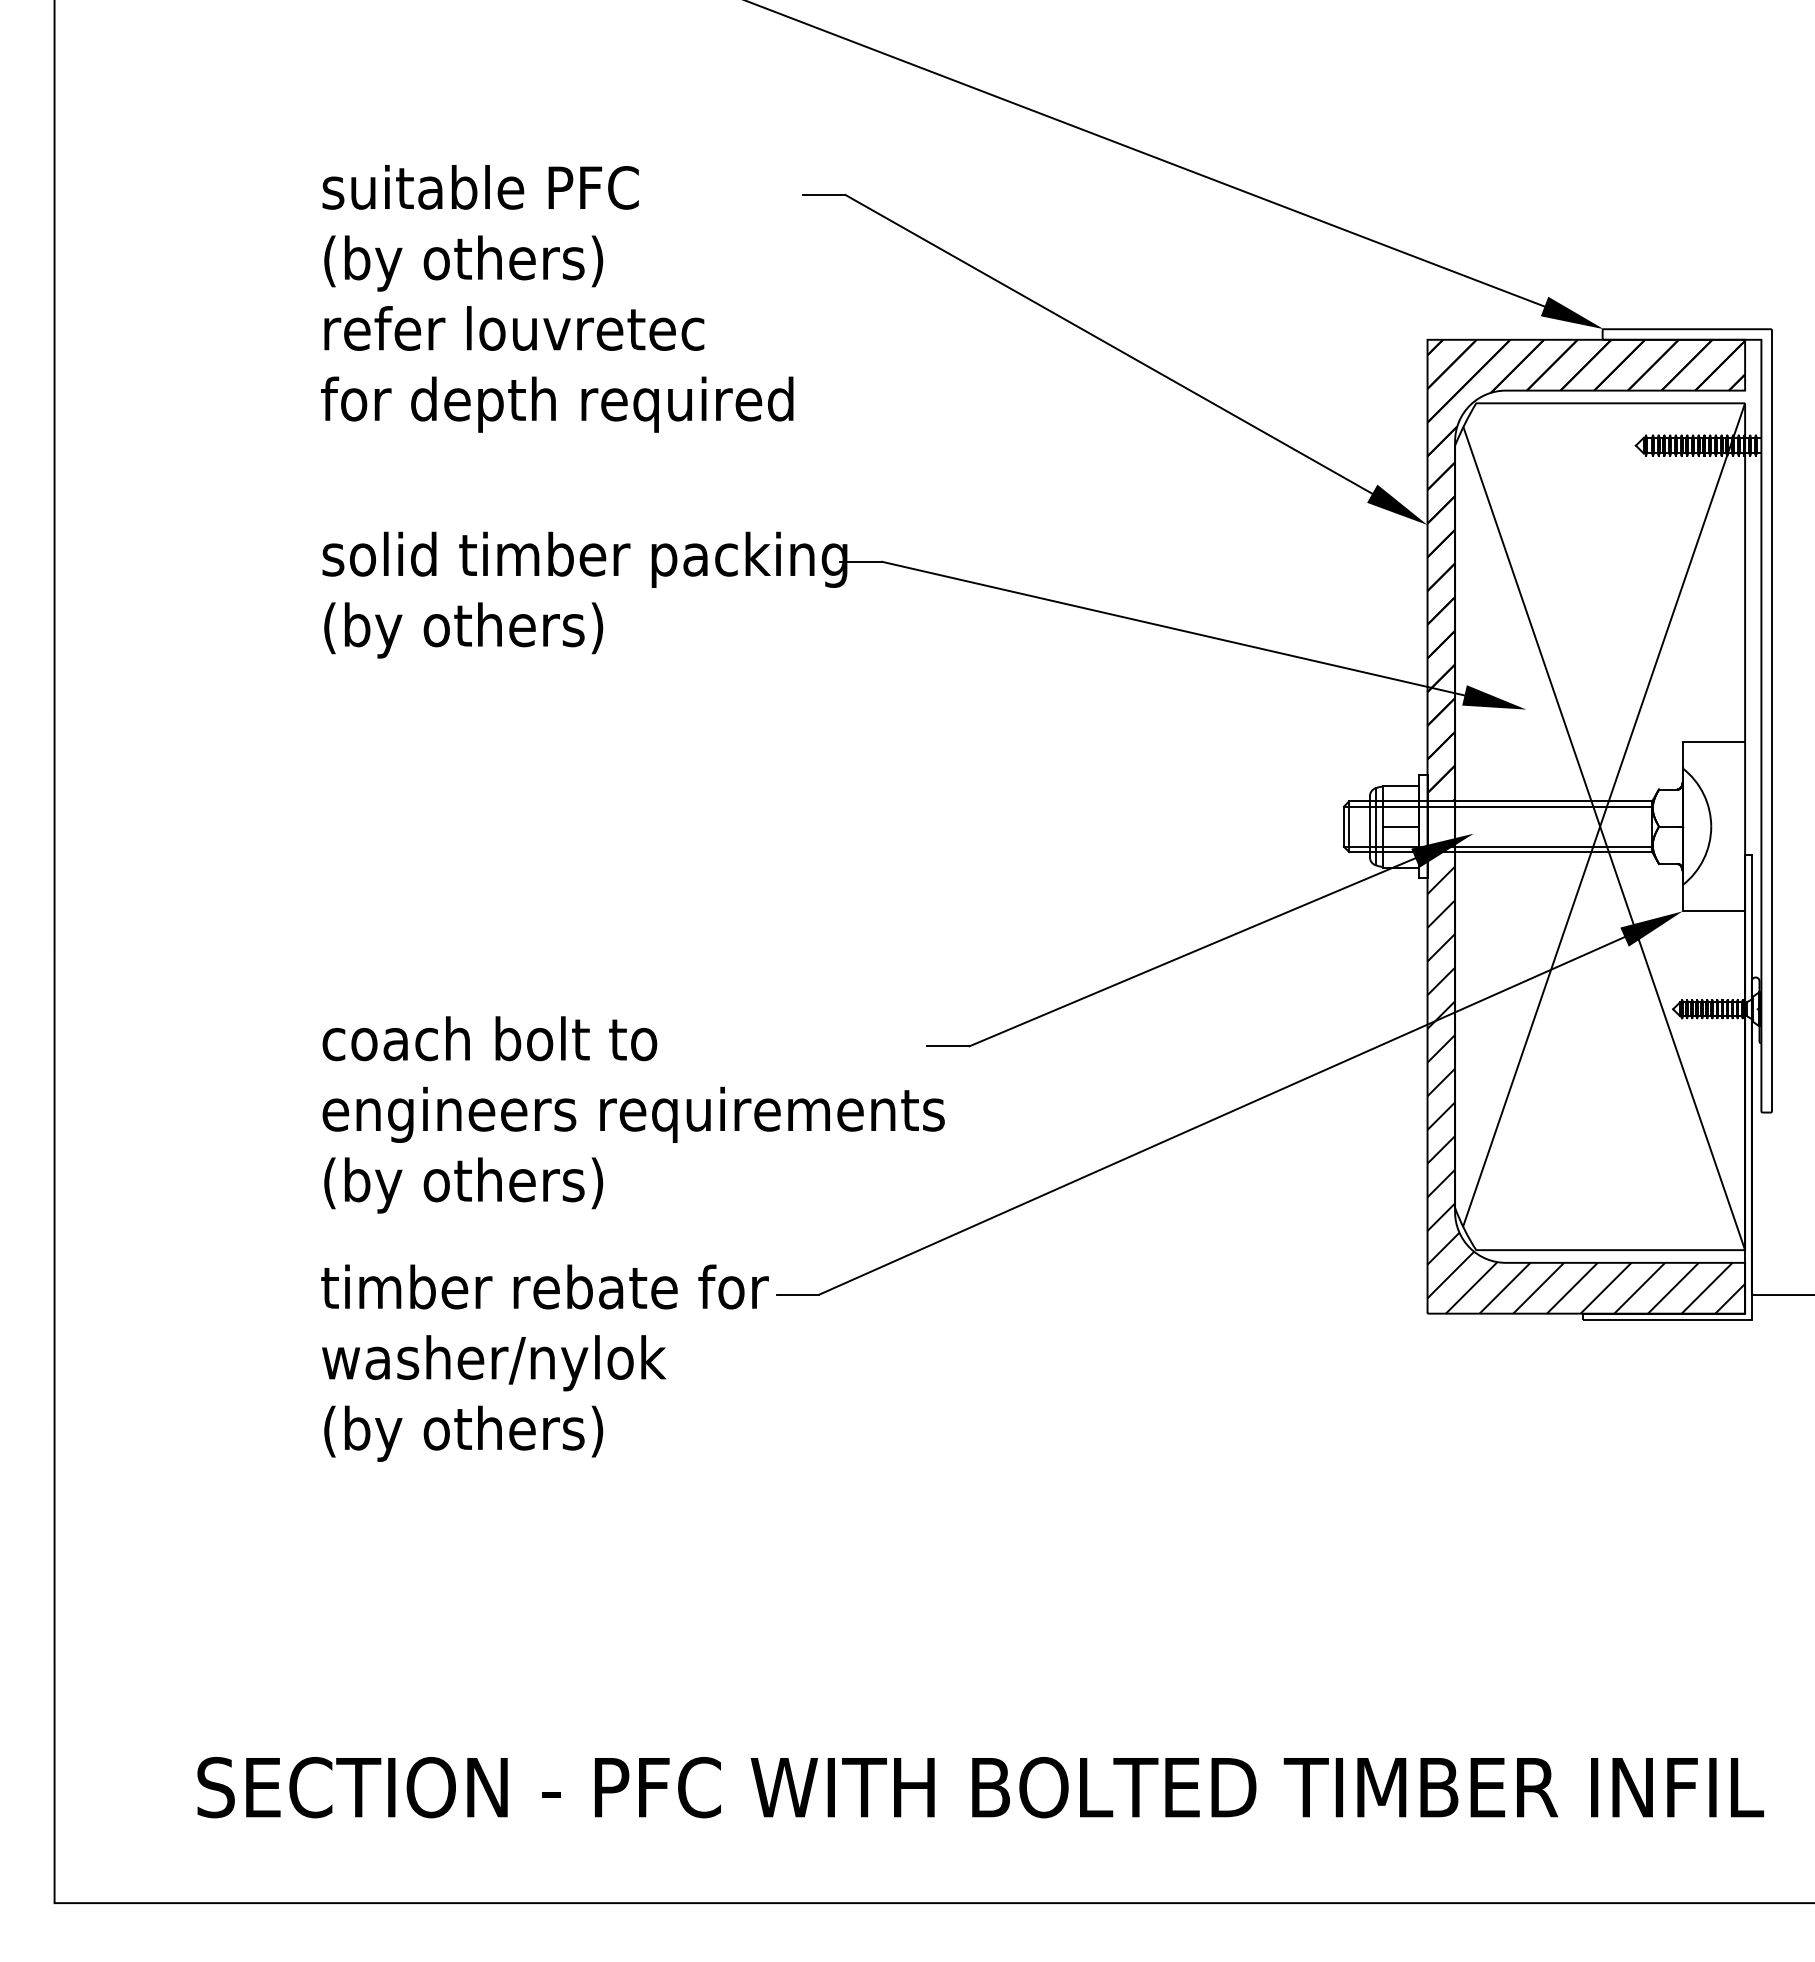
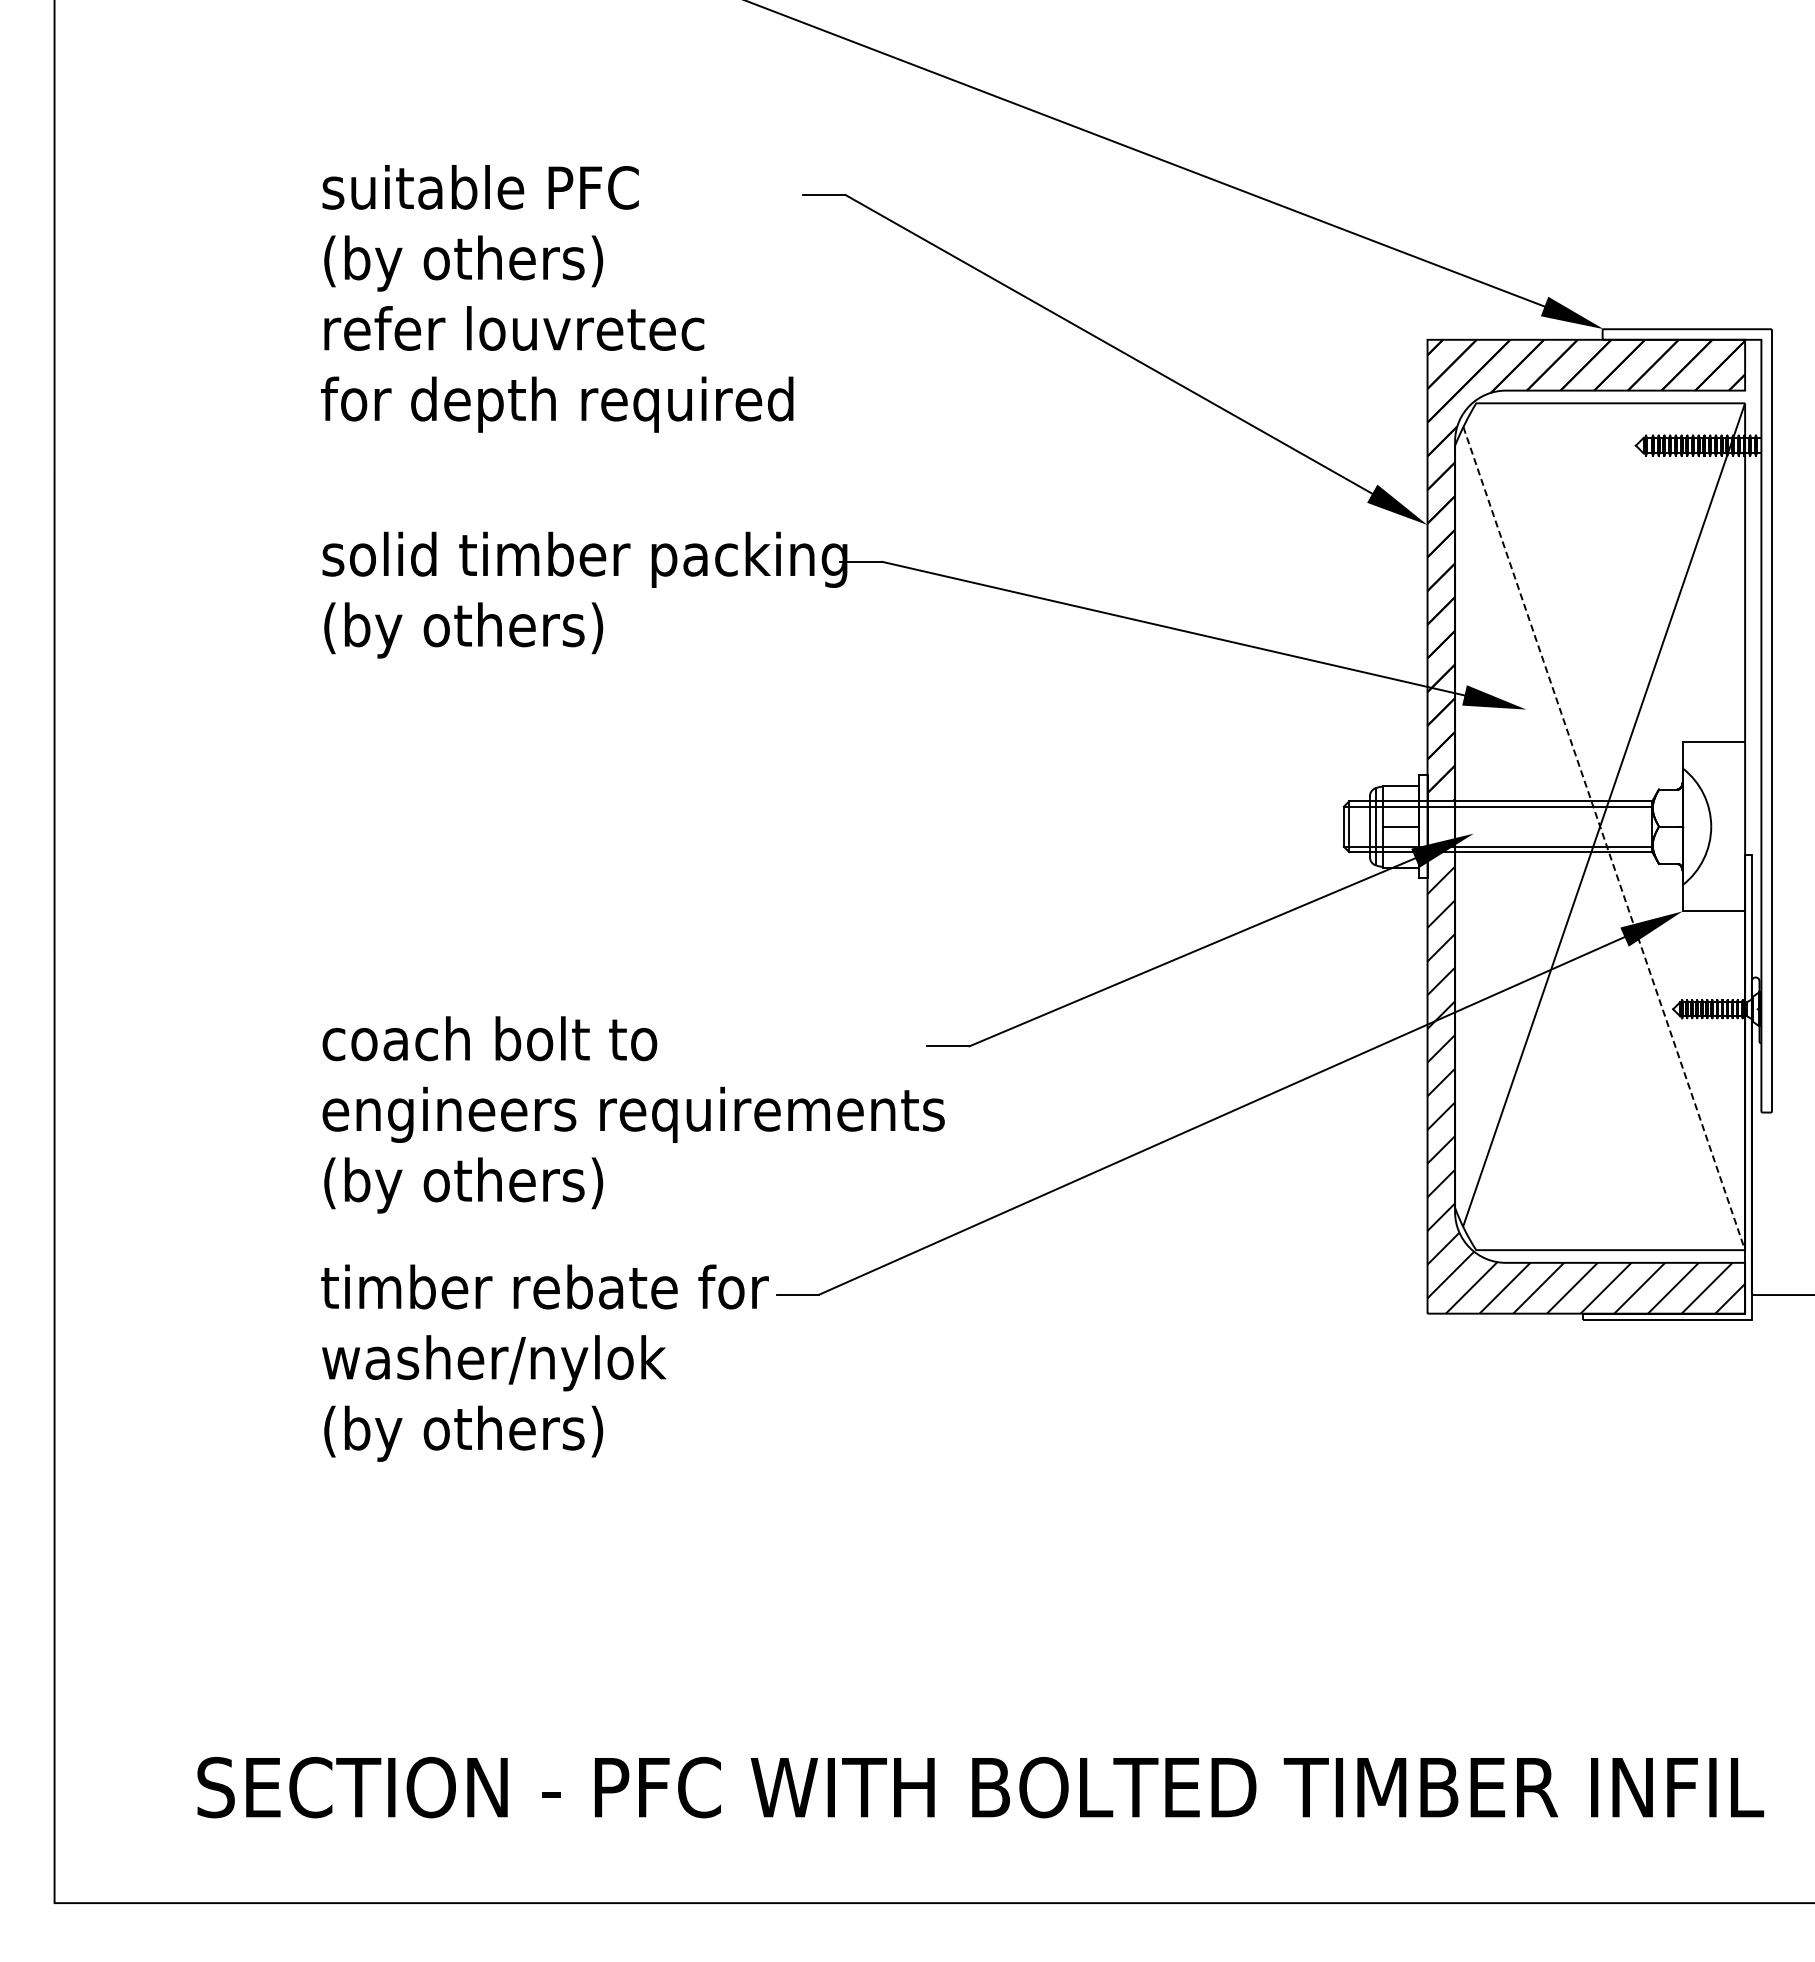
line at (1604, 838): solid -> dashed
